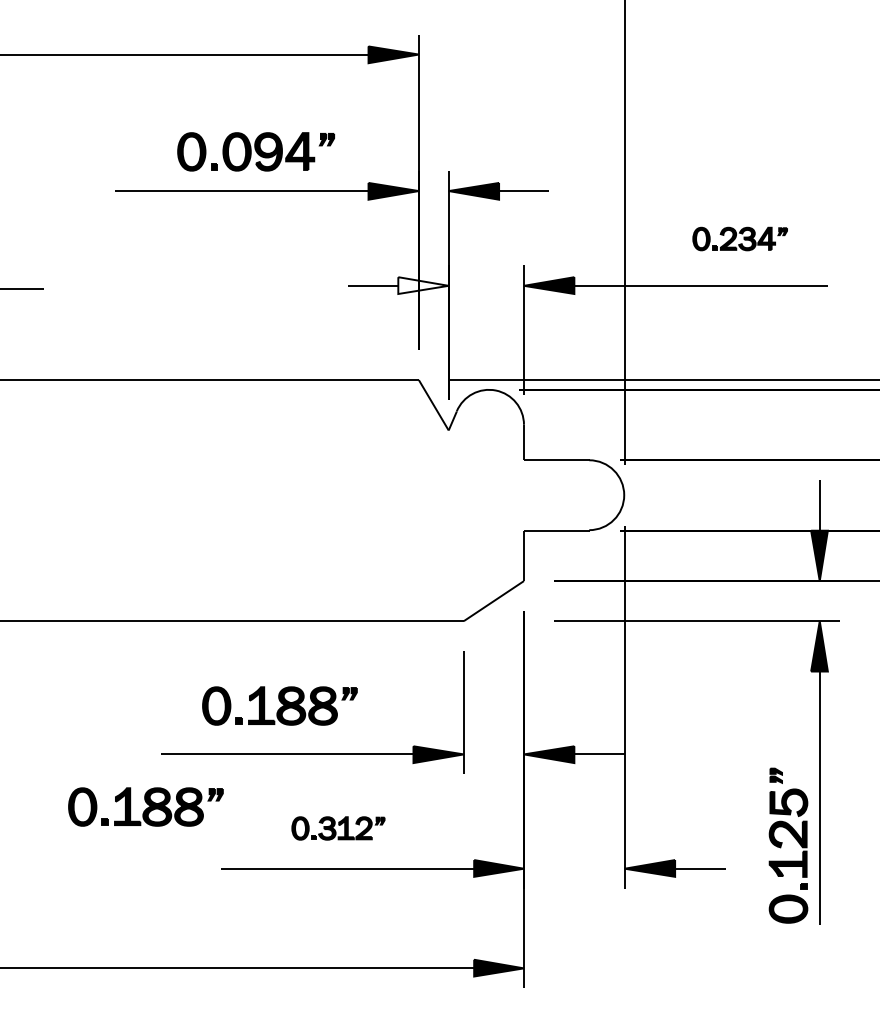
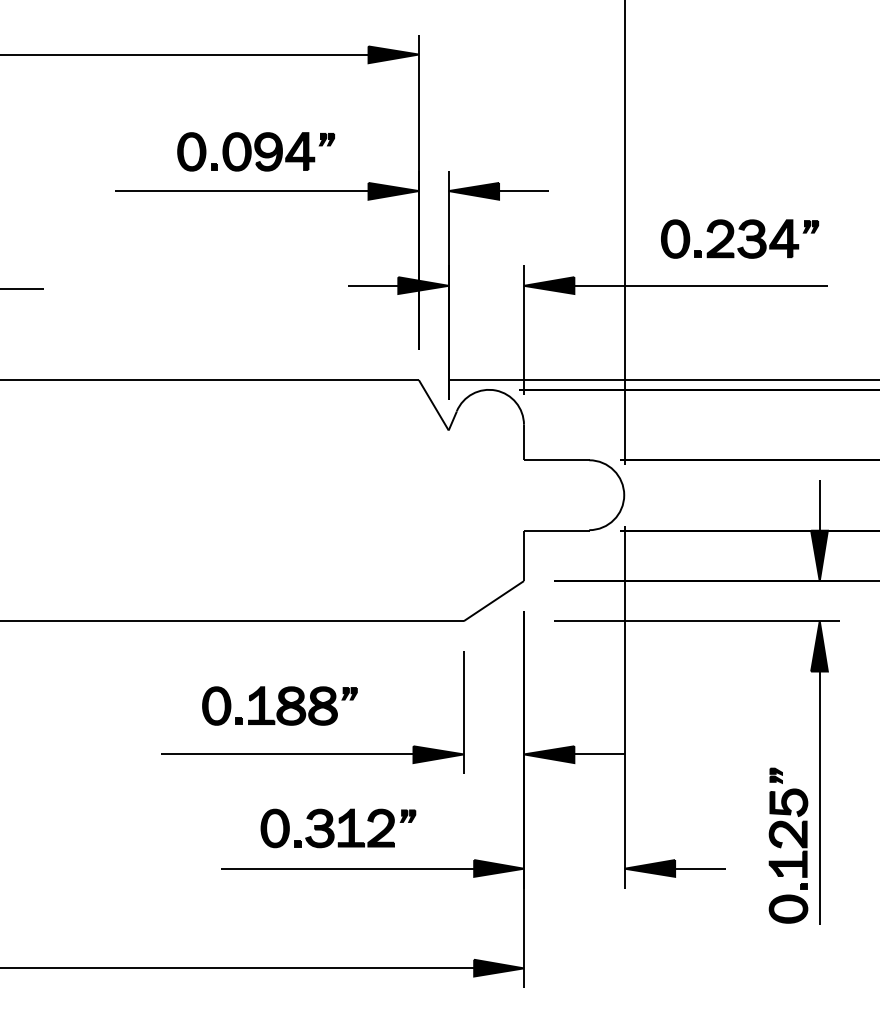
part at (739, 238) size: 96x26 px -> 159x40 px
fill at (423, 285): none -> present
part at (145, 806): present -> none
part at (338, 828) size: 95x25 px -> 157x41 px
